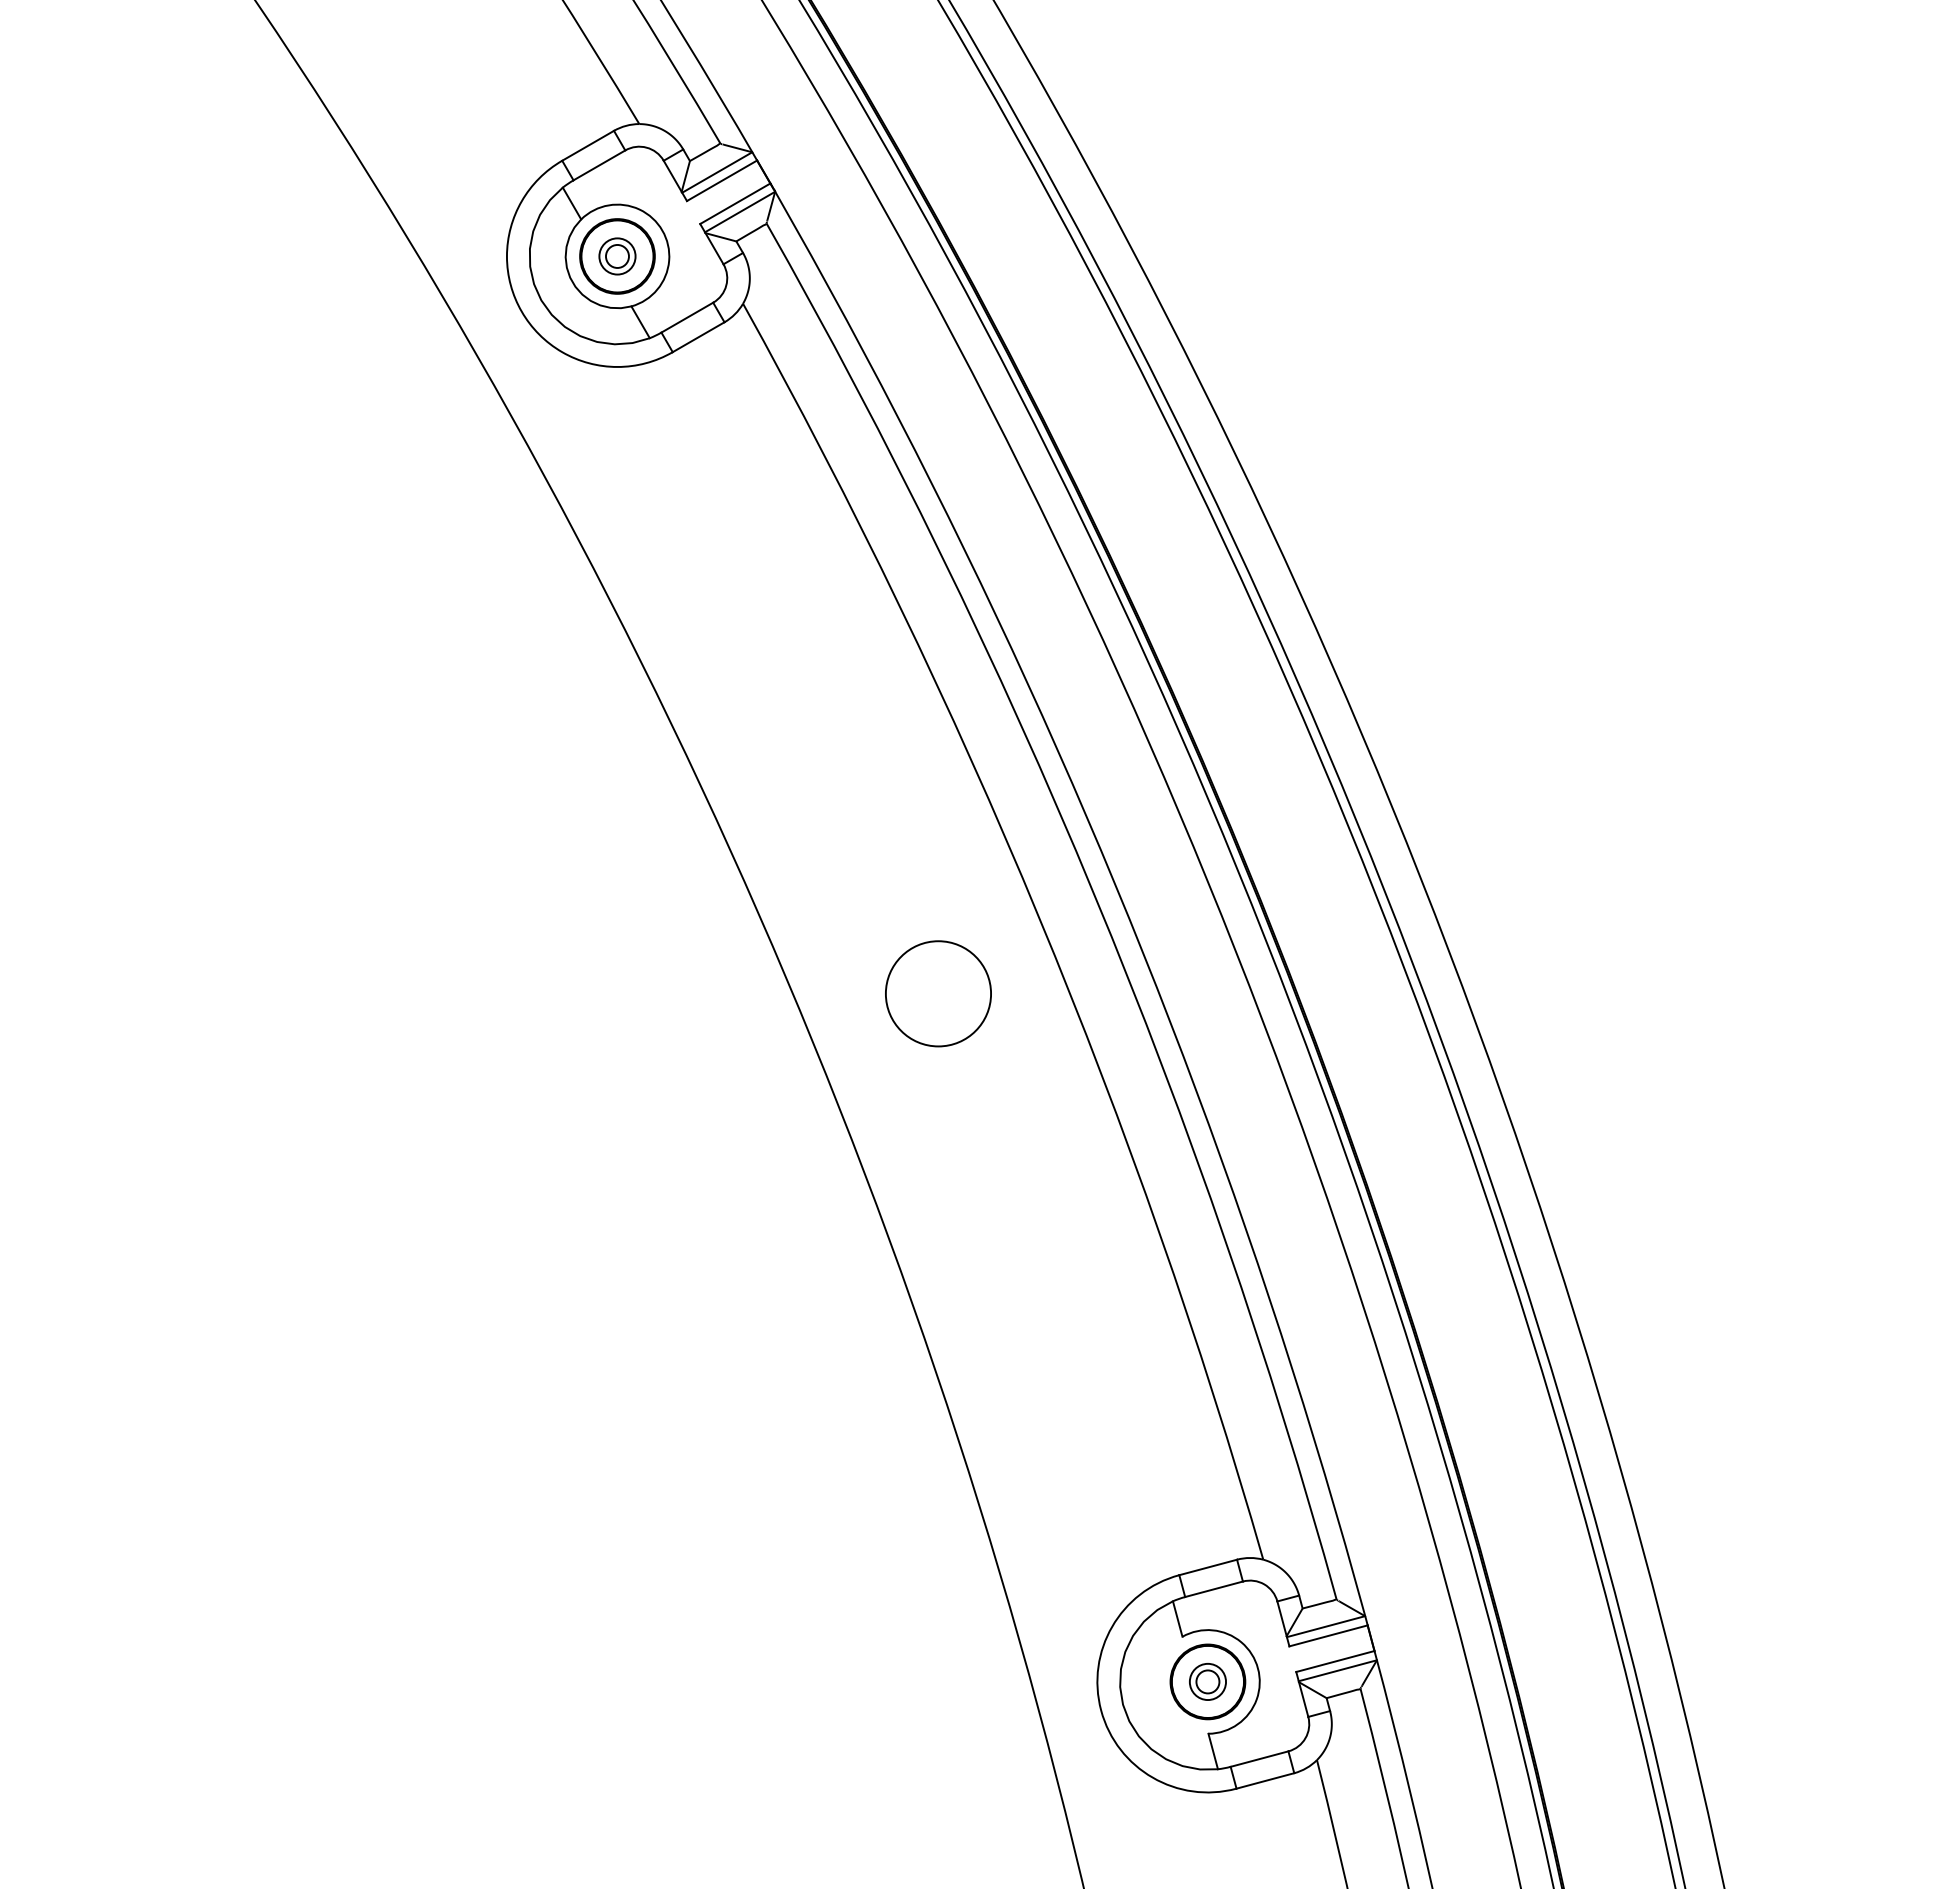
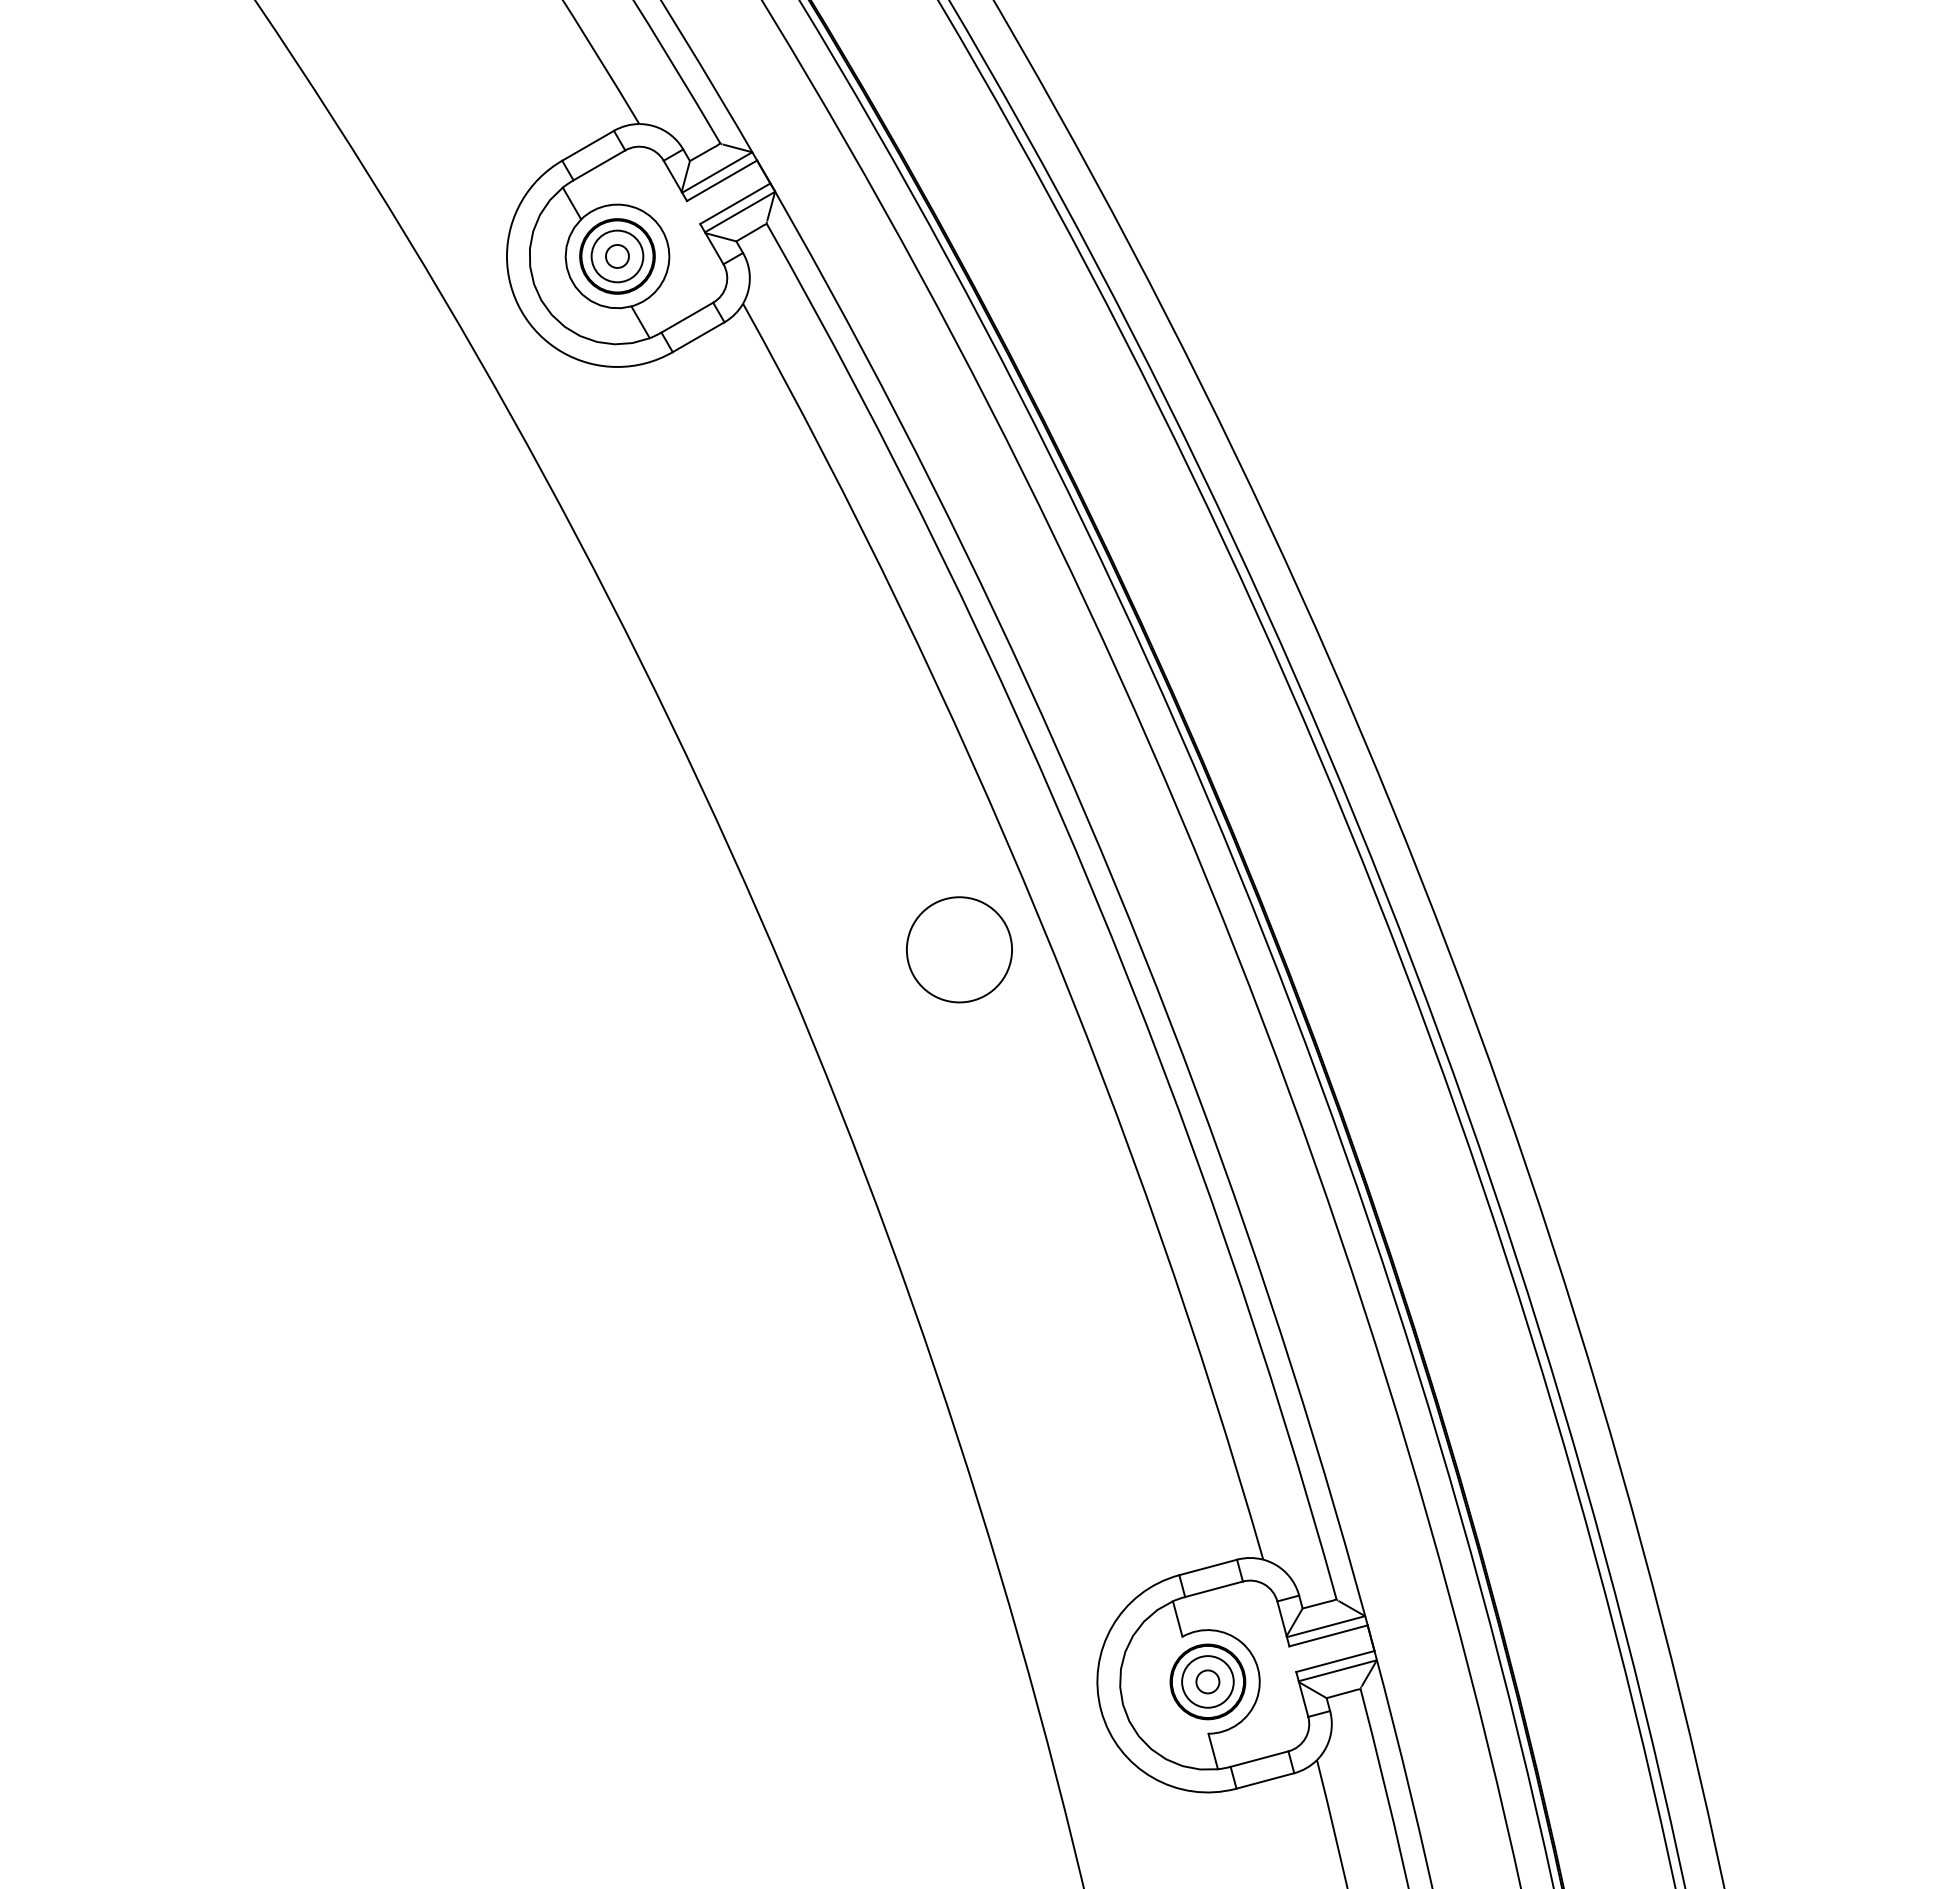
circle at (617, 256) diameter: 36 px -> 52 px
circle at (938, 993) position: (938, 993) -> (959, 949)
circle at (1207, 1681) diameter: 36 px -> 52 px
